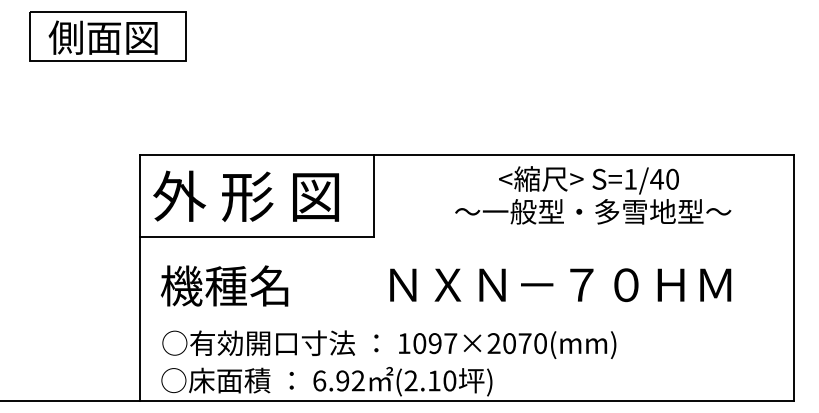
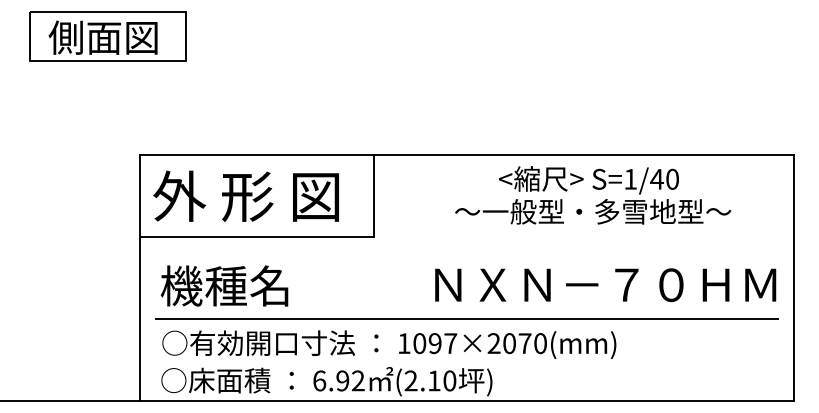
text at (560, 285) position: (560, 285) -> (605, 285)
line at (467, 318): none -> present
